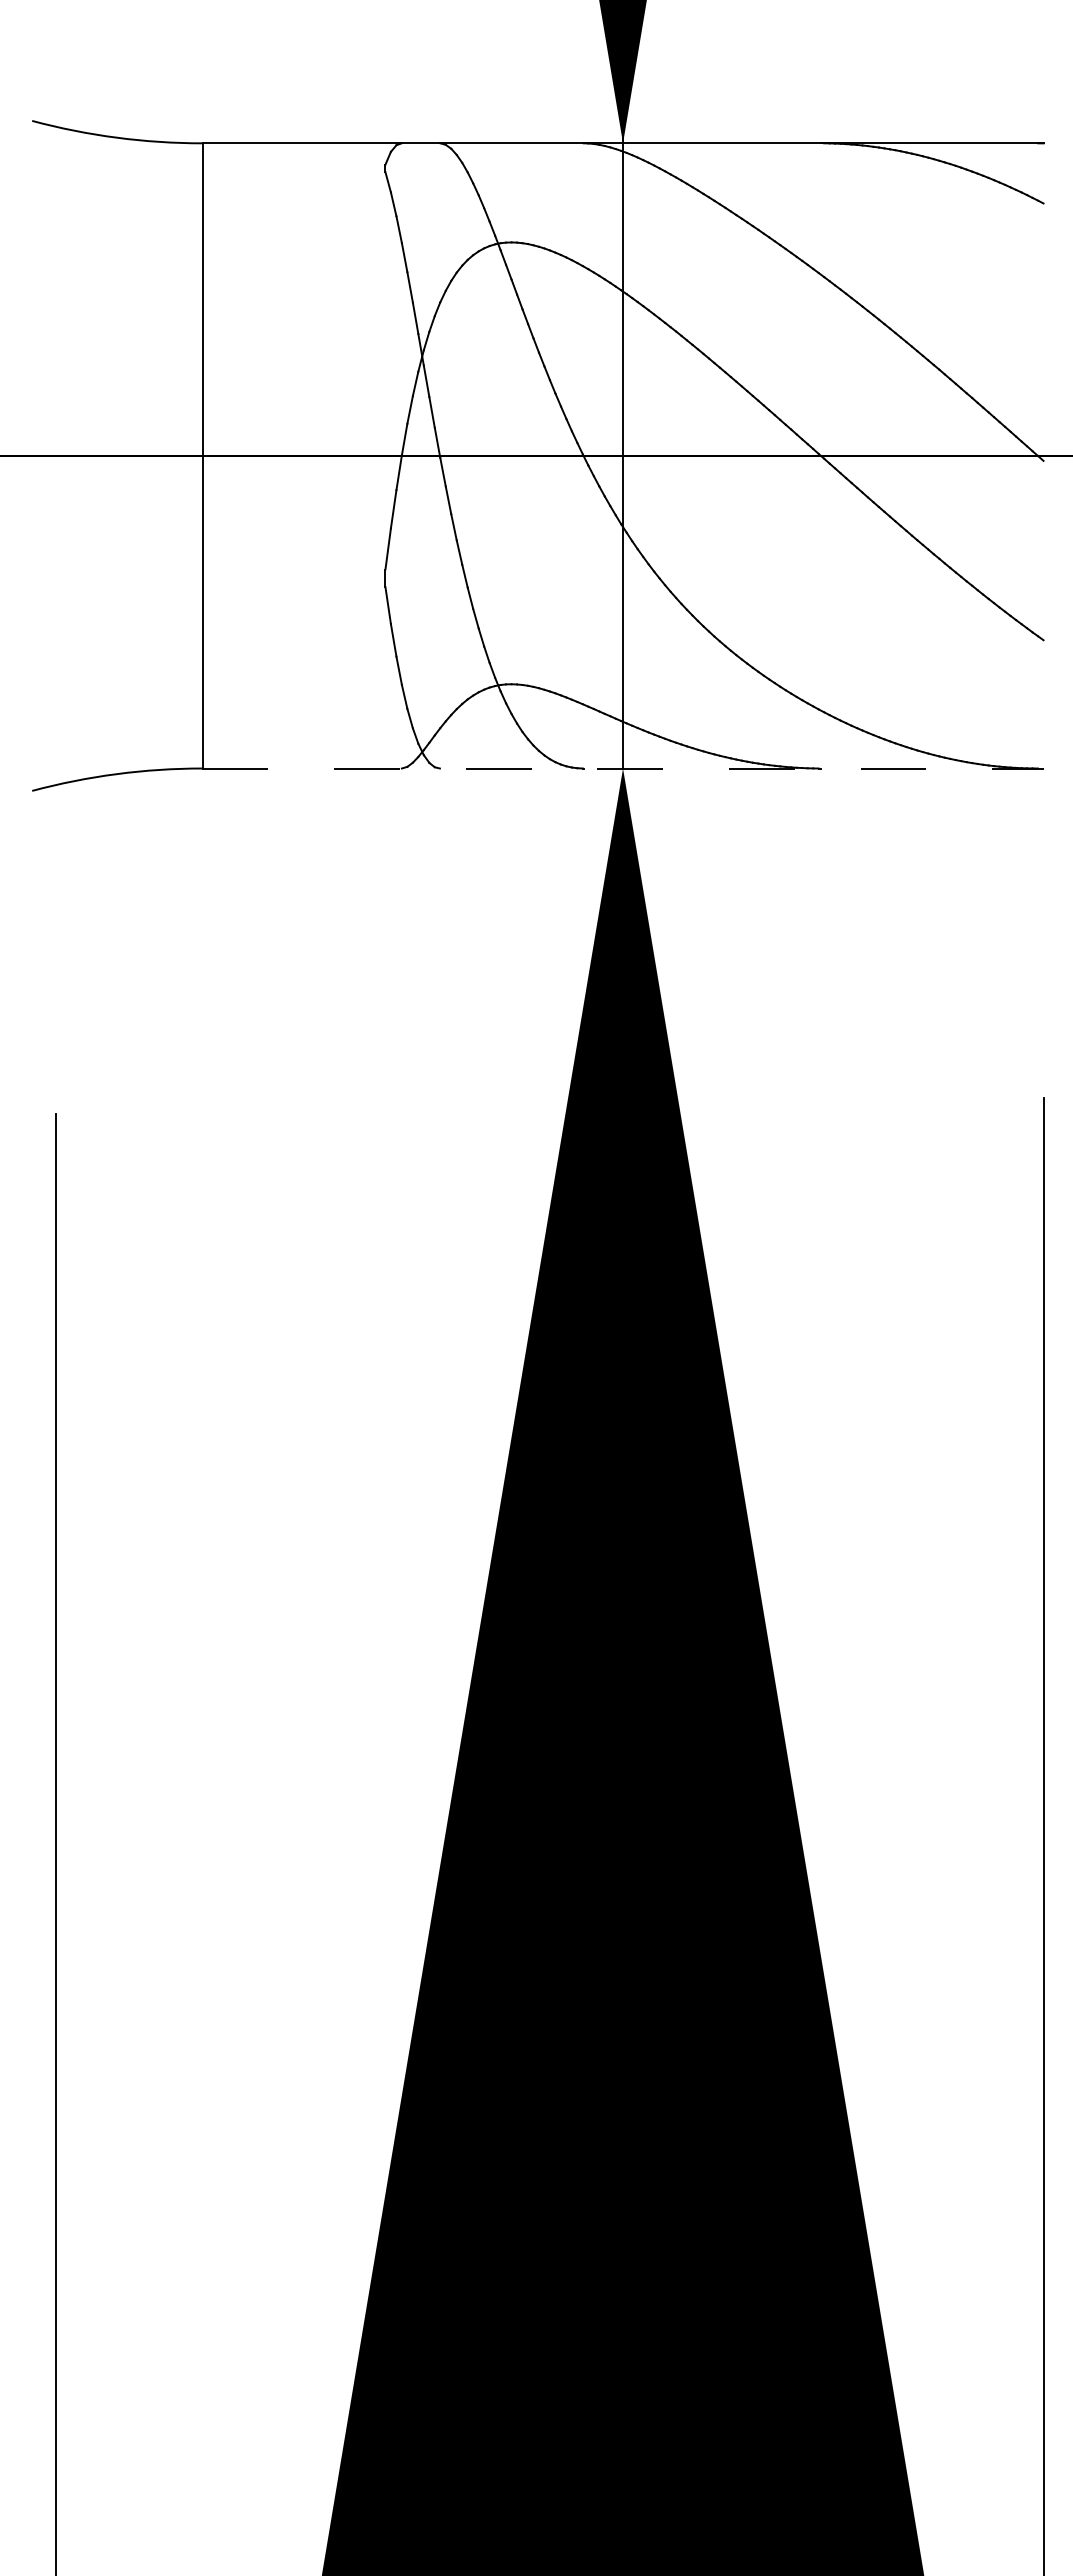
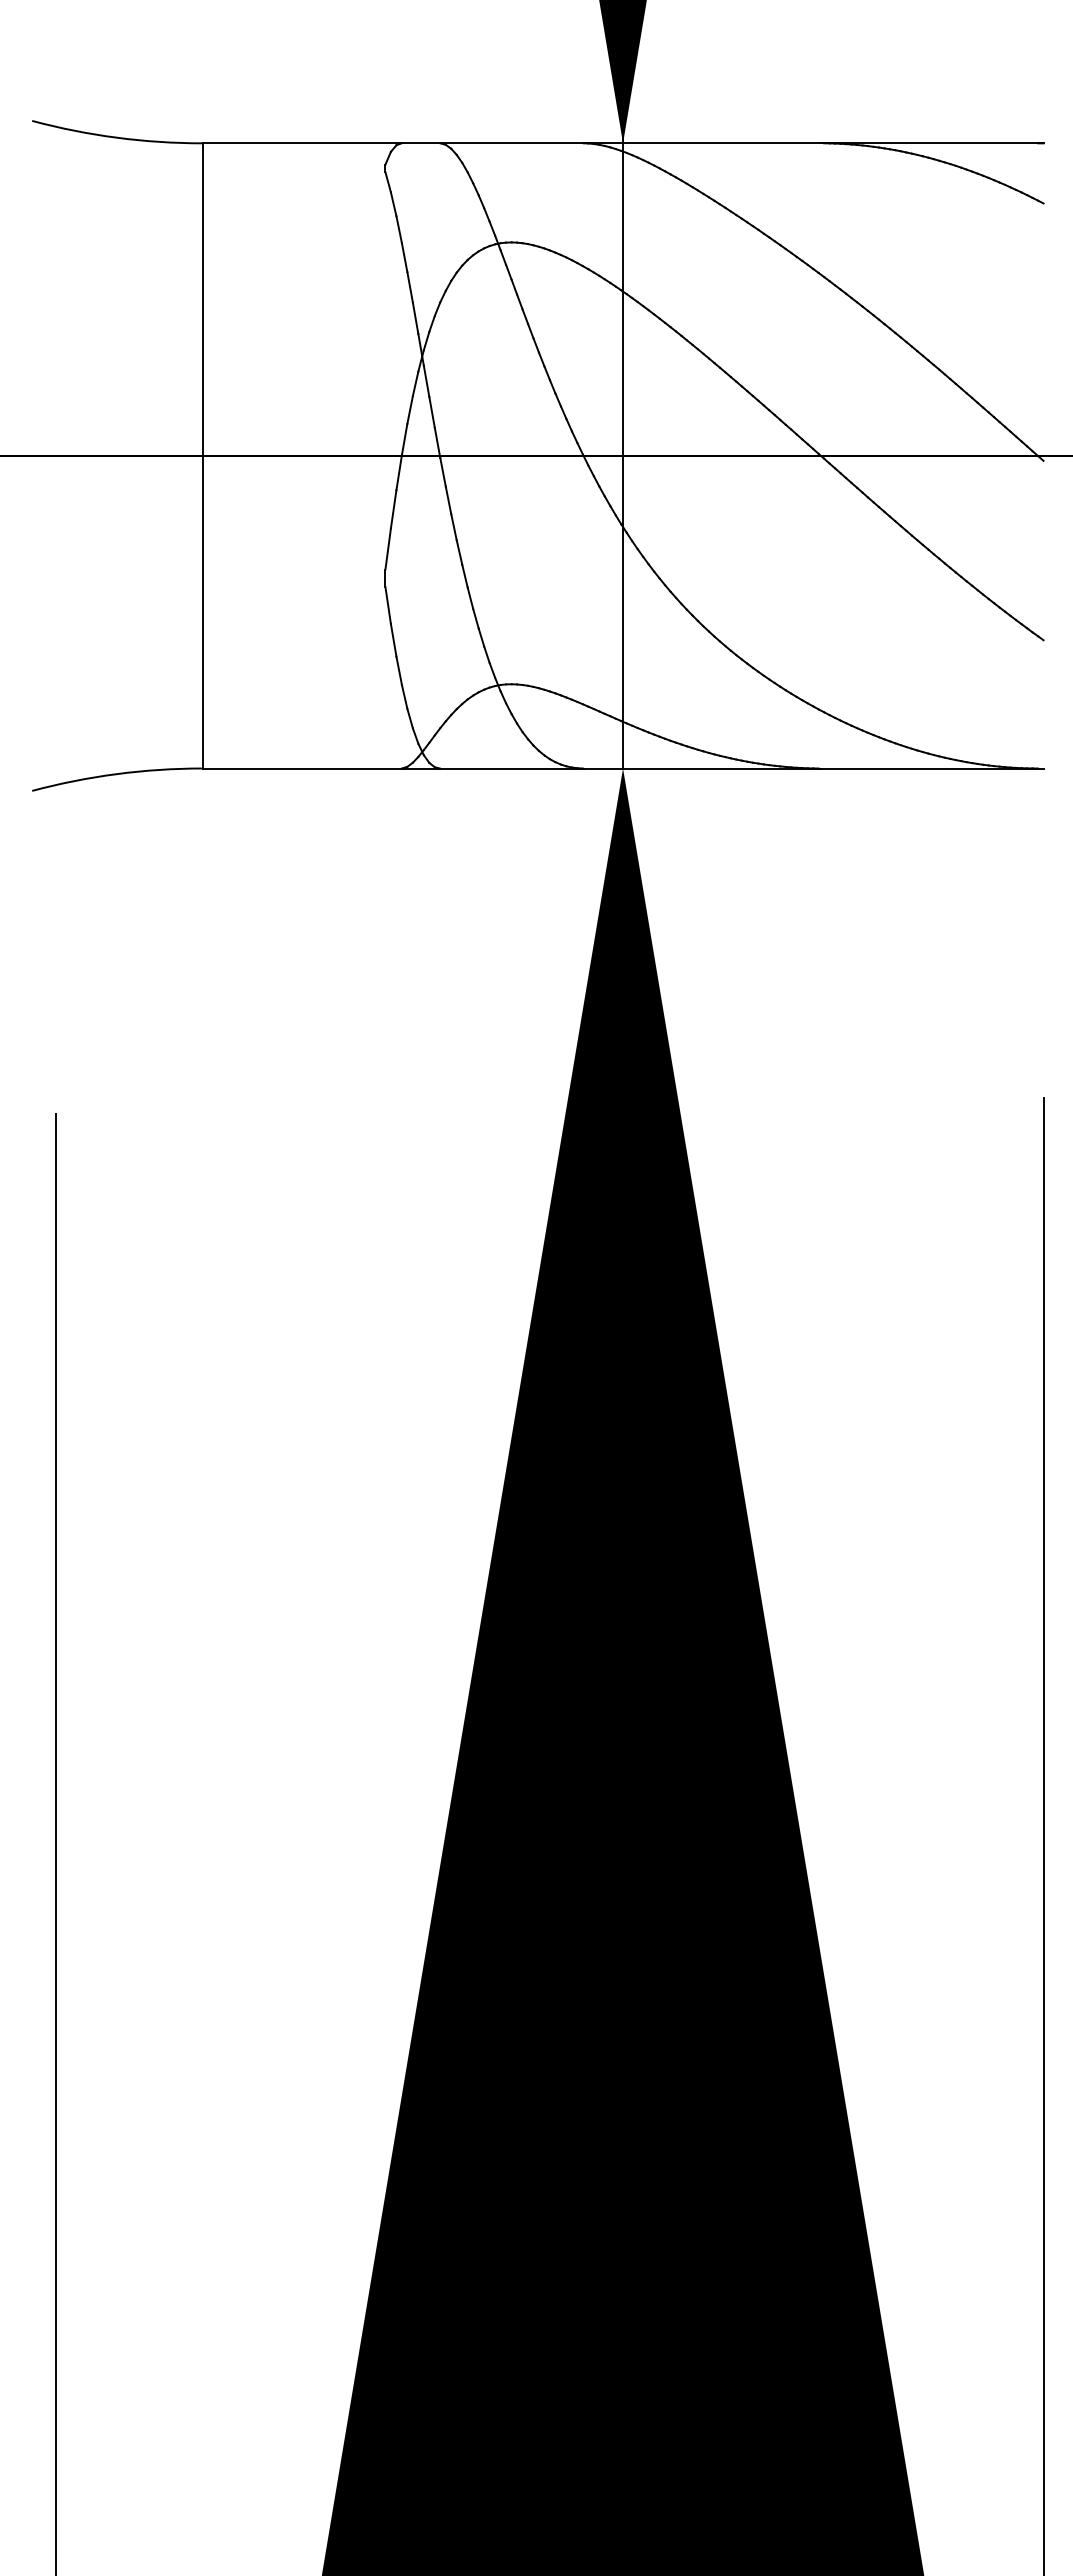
line at (623, 768): dashed -> solid
